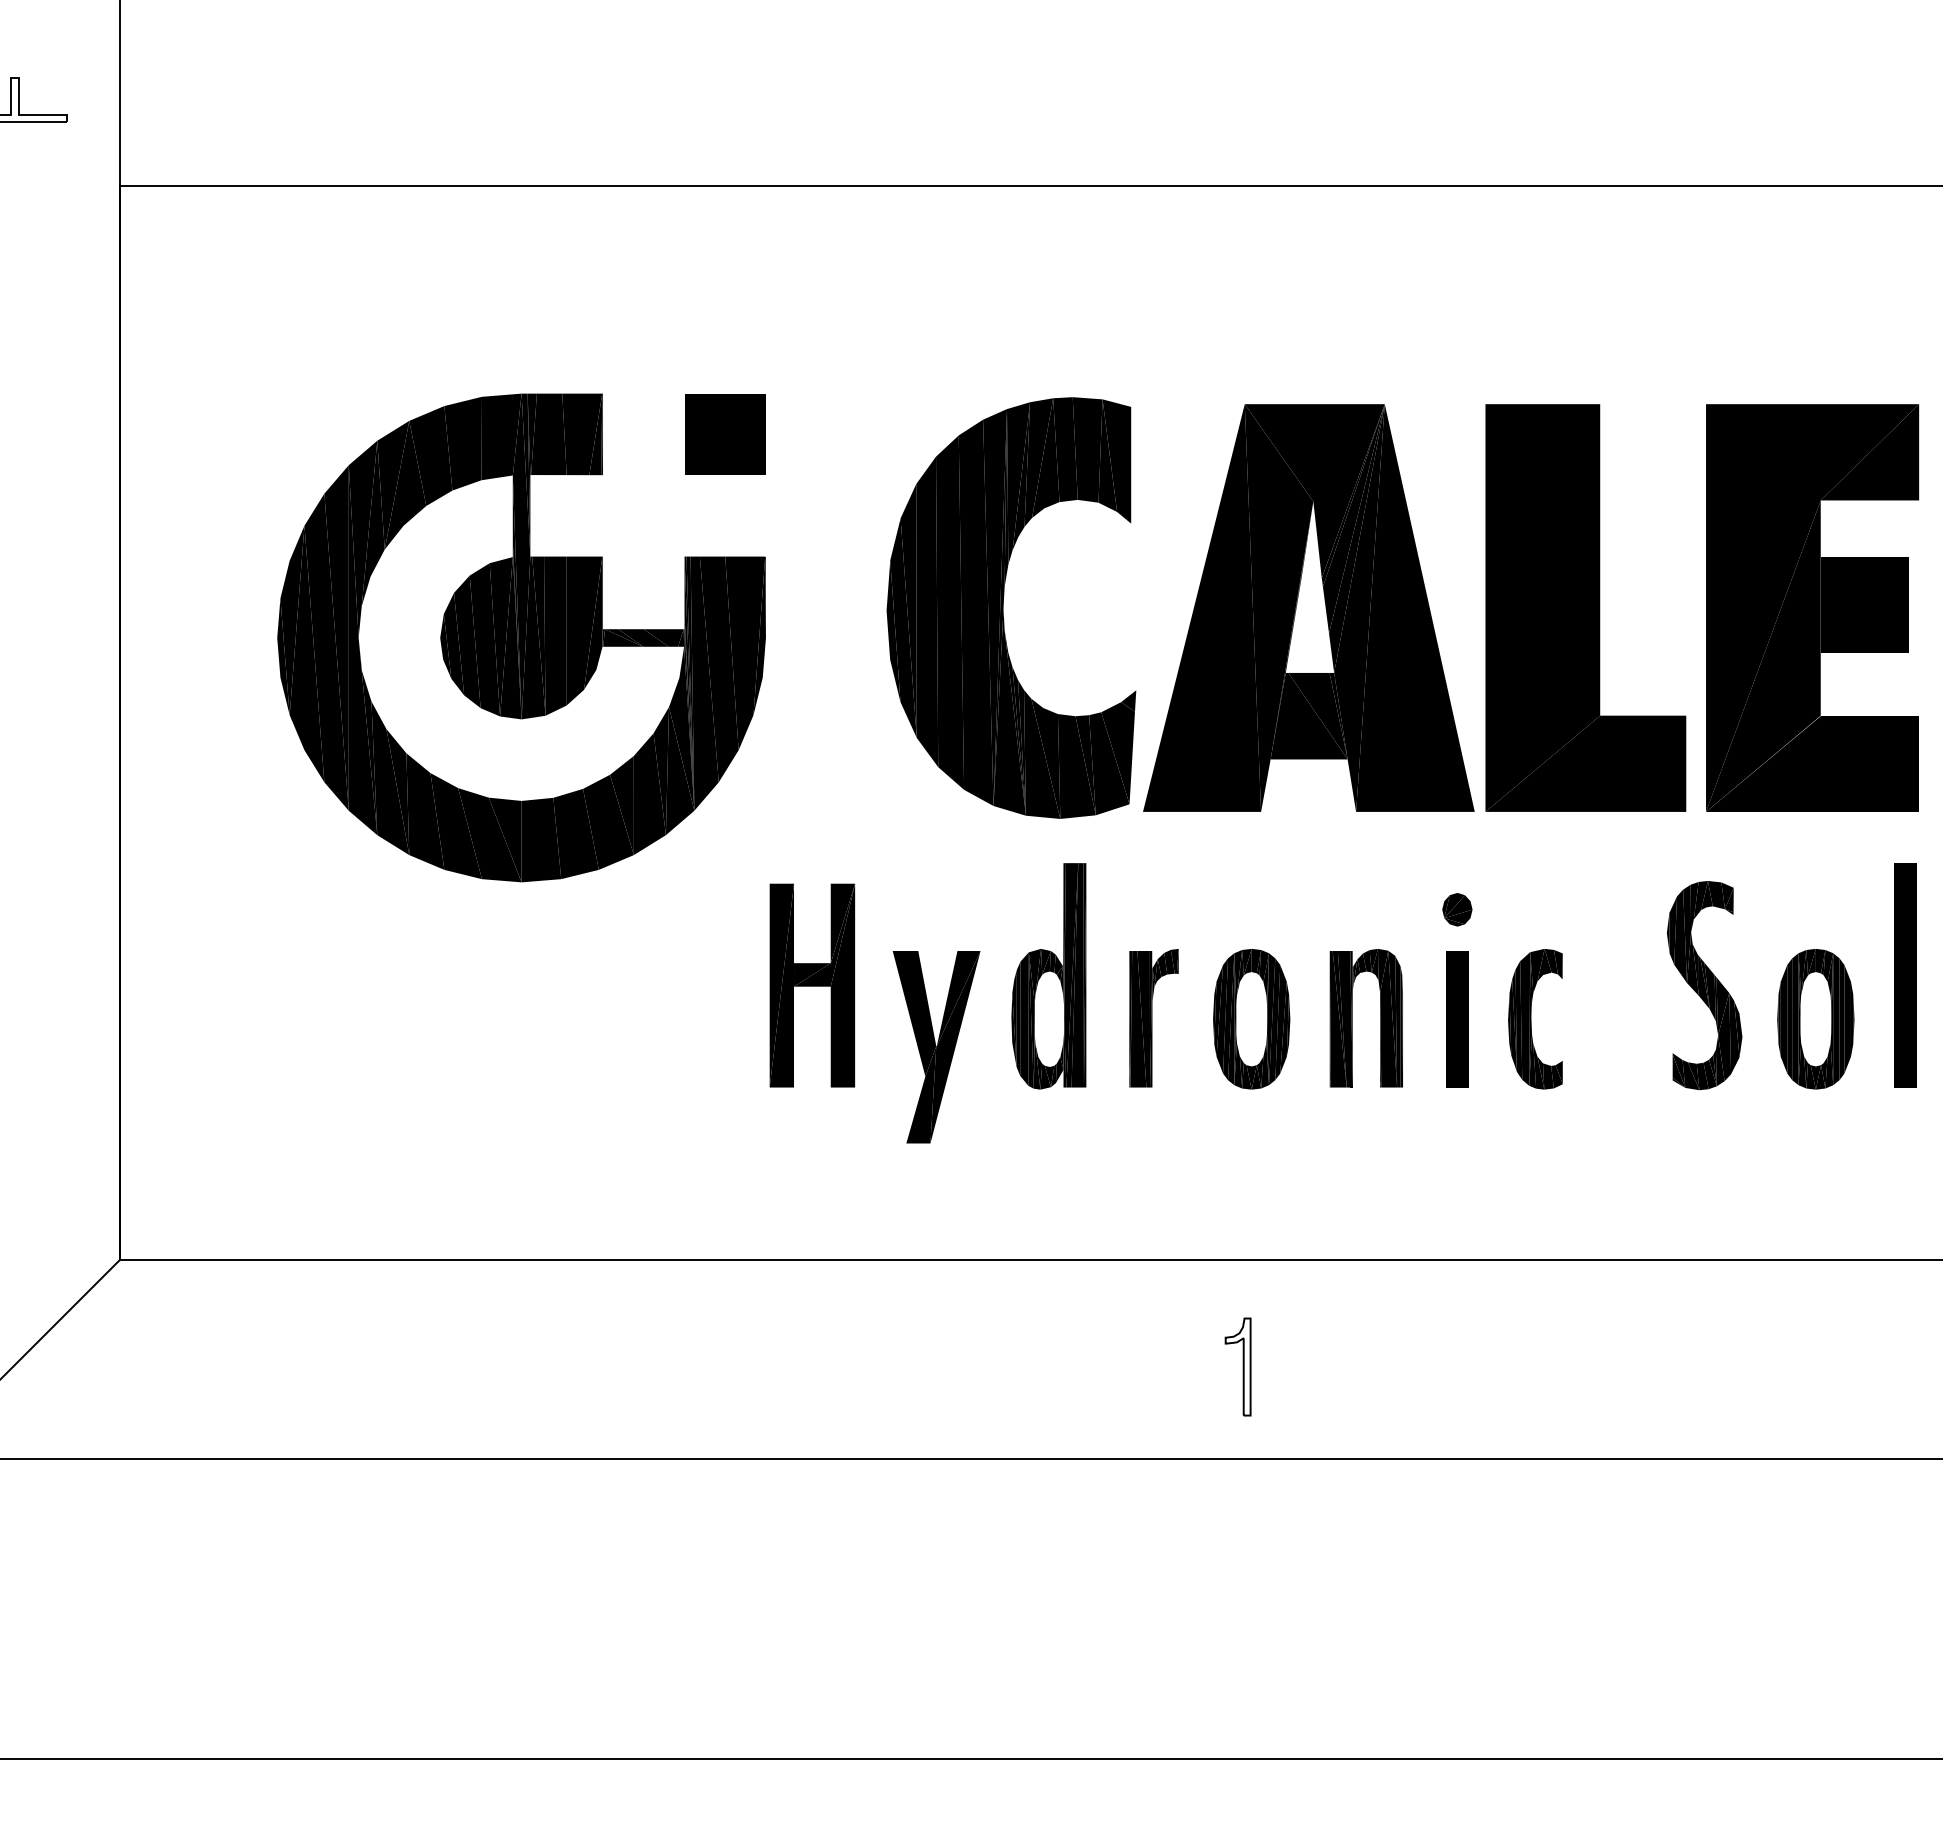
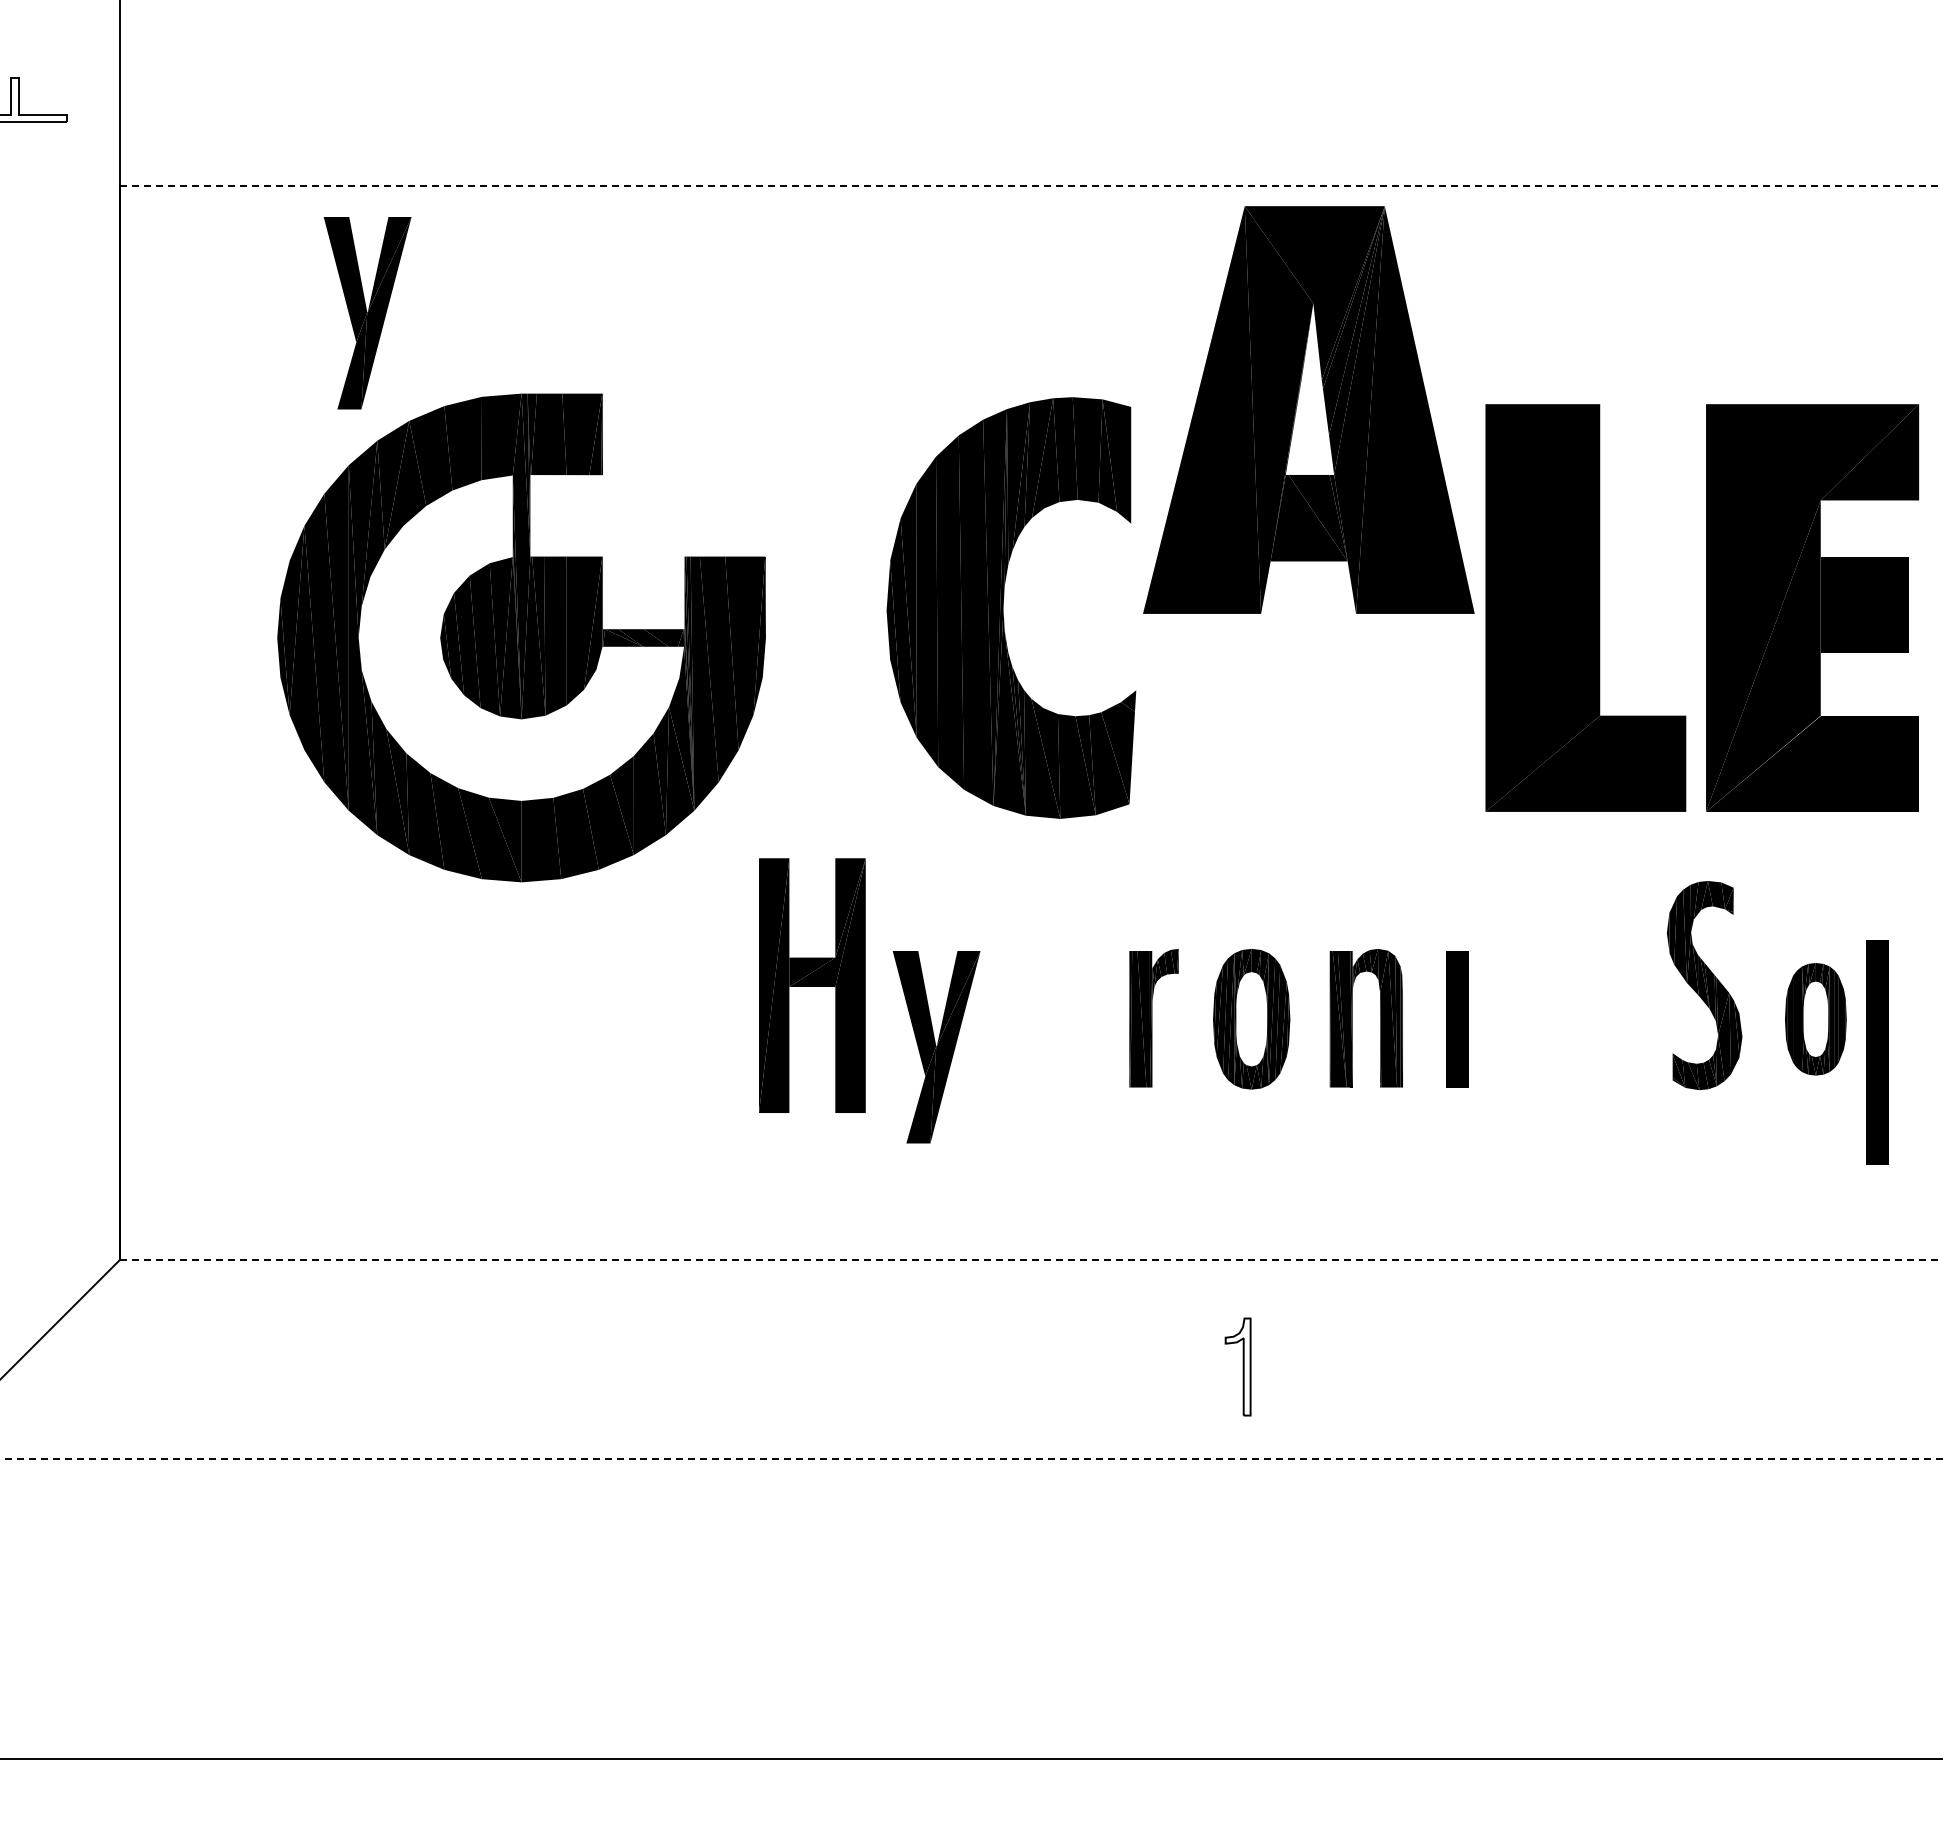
line at (1031, 186): solid -> dashed
part at (367, 313): none -> present
part at (725, 434): present -> none
part at (1308, 607) position: (1308, 607) -> (1308, 409)
part at (1457, 909): present -> none
part at (1905, 975) position: (1905, 975) -> (1877, 1052)
part at (1048, 976): present -> none
part at (812, 985) size: 87x205 px -> 107x255 px
part at (1535, 1019): present -> none
part at (1815, 1019) size: 78x141 px -> 62x113 px
line at (1031, 1259): solid -> dashed
line at (970, 1459): solid -> dashed
